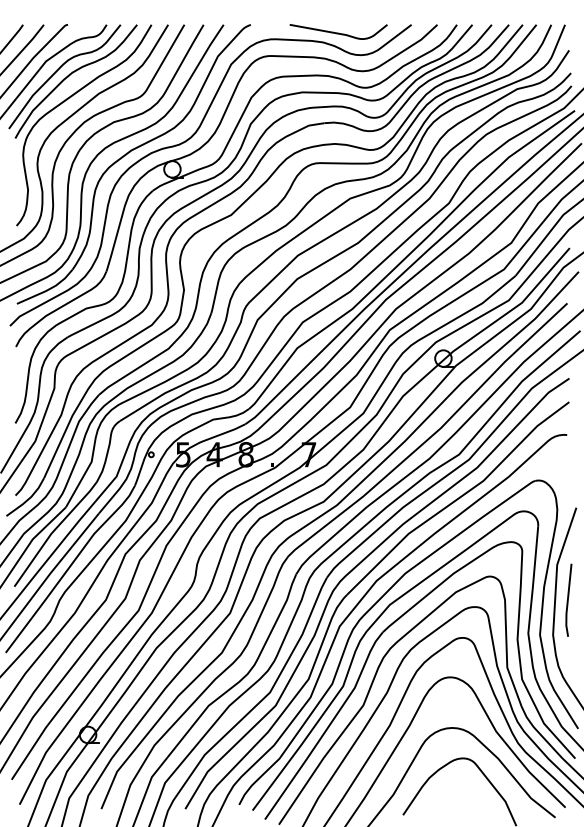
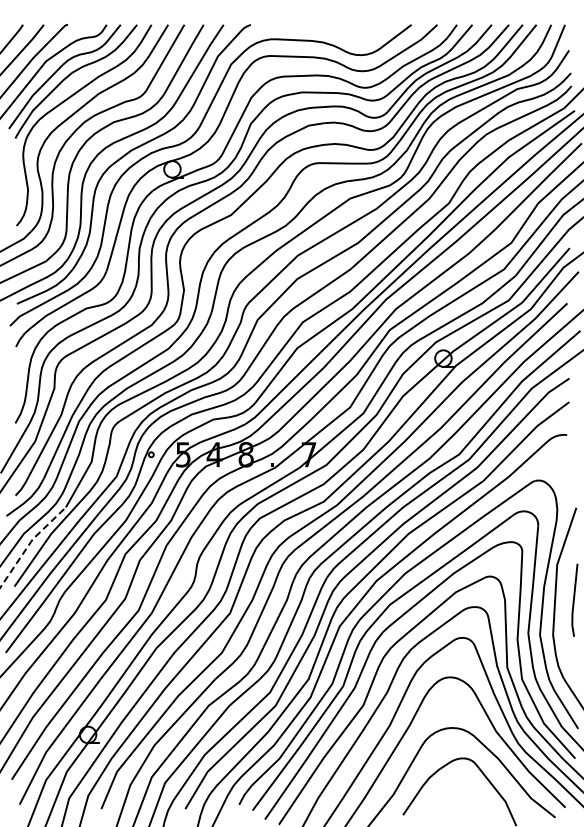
curve at (338, 32): present -> none
line at (29, 544): solid -> dashed
line at (568, 599) position: (568, 599) -> (574, 599)
